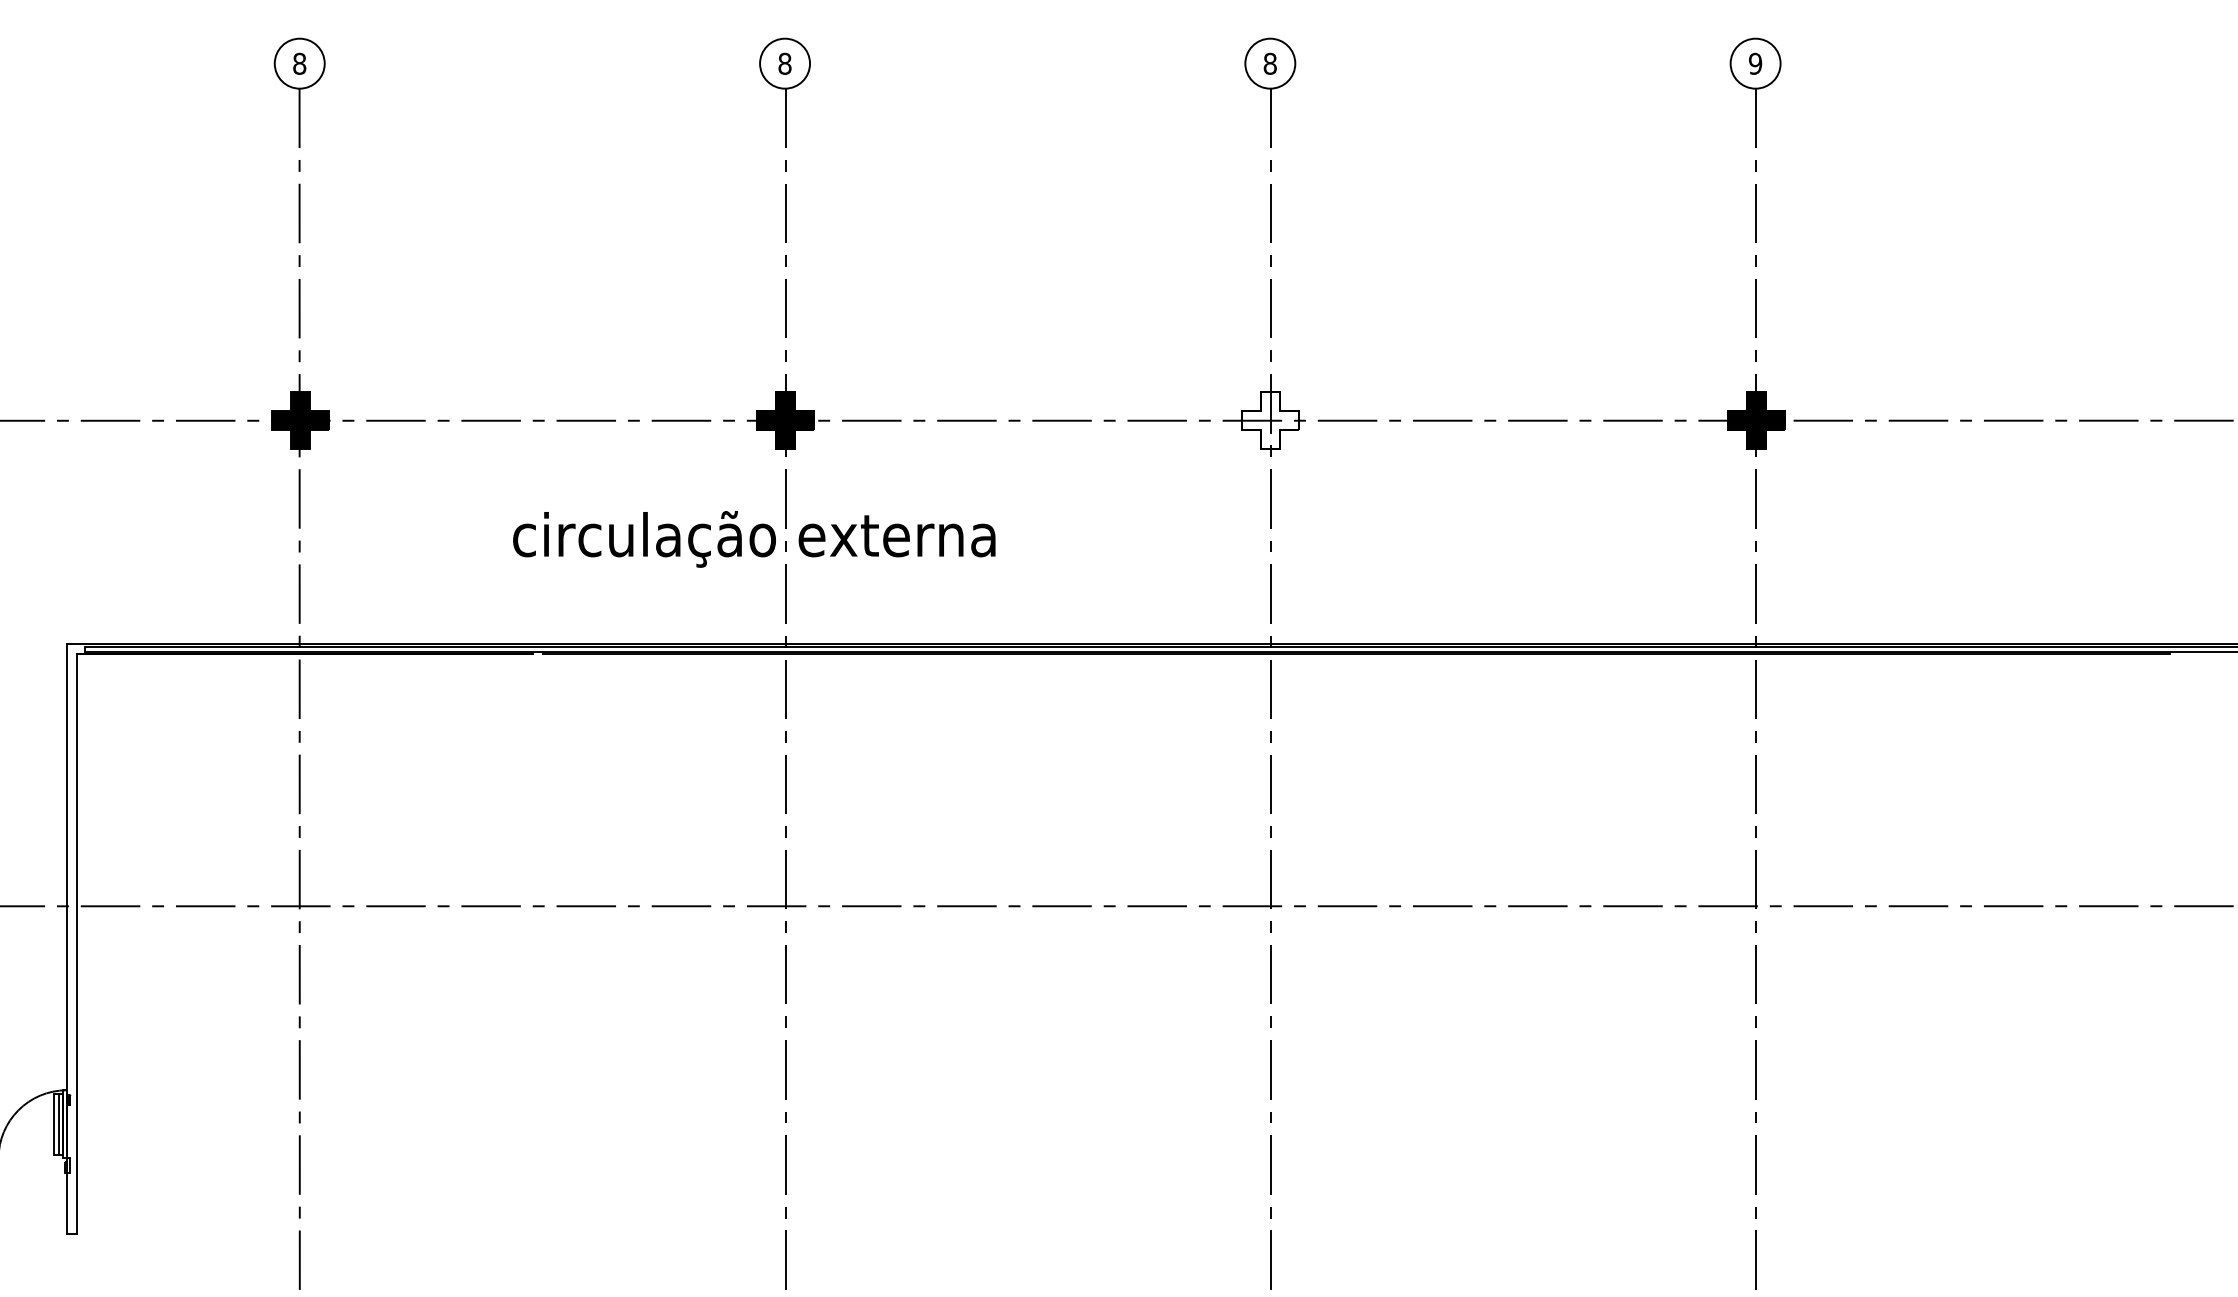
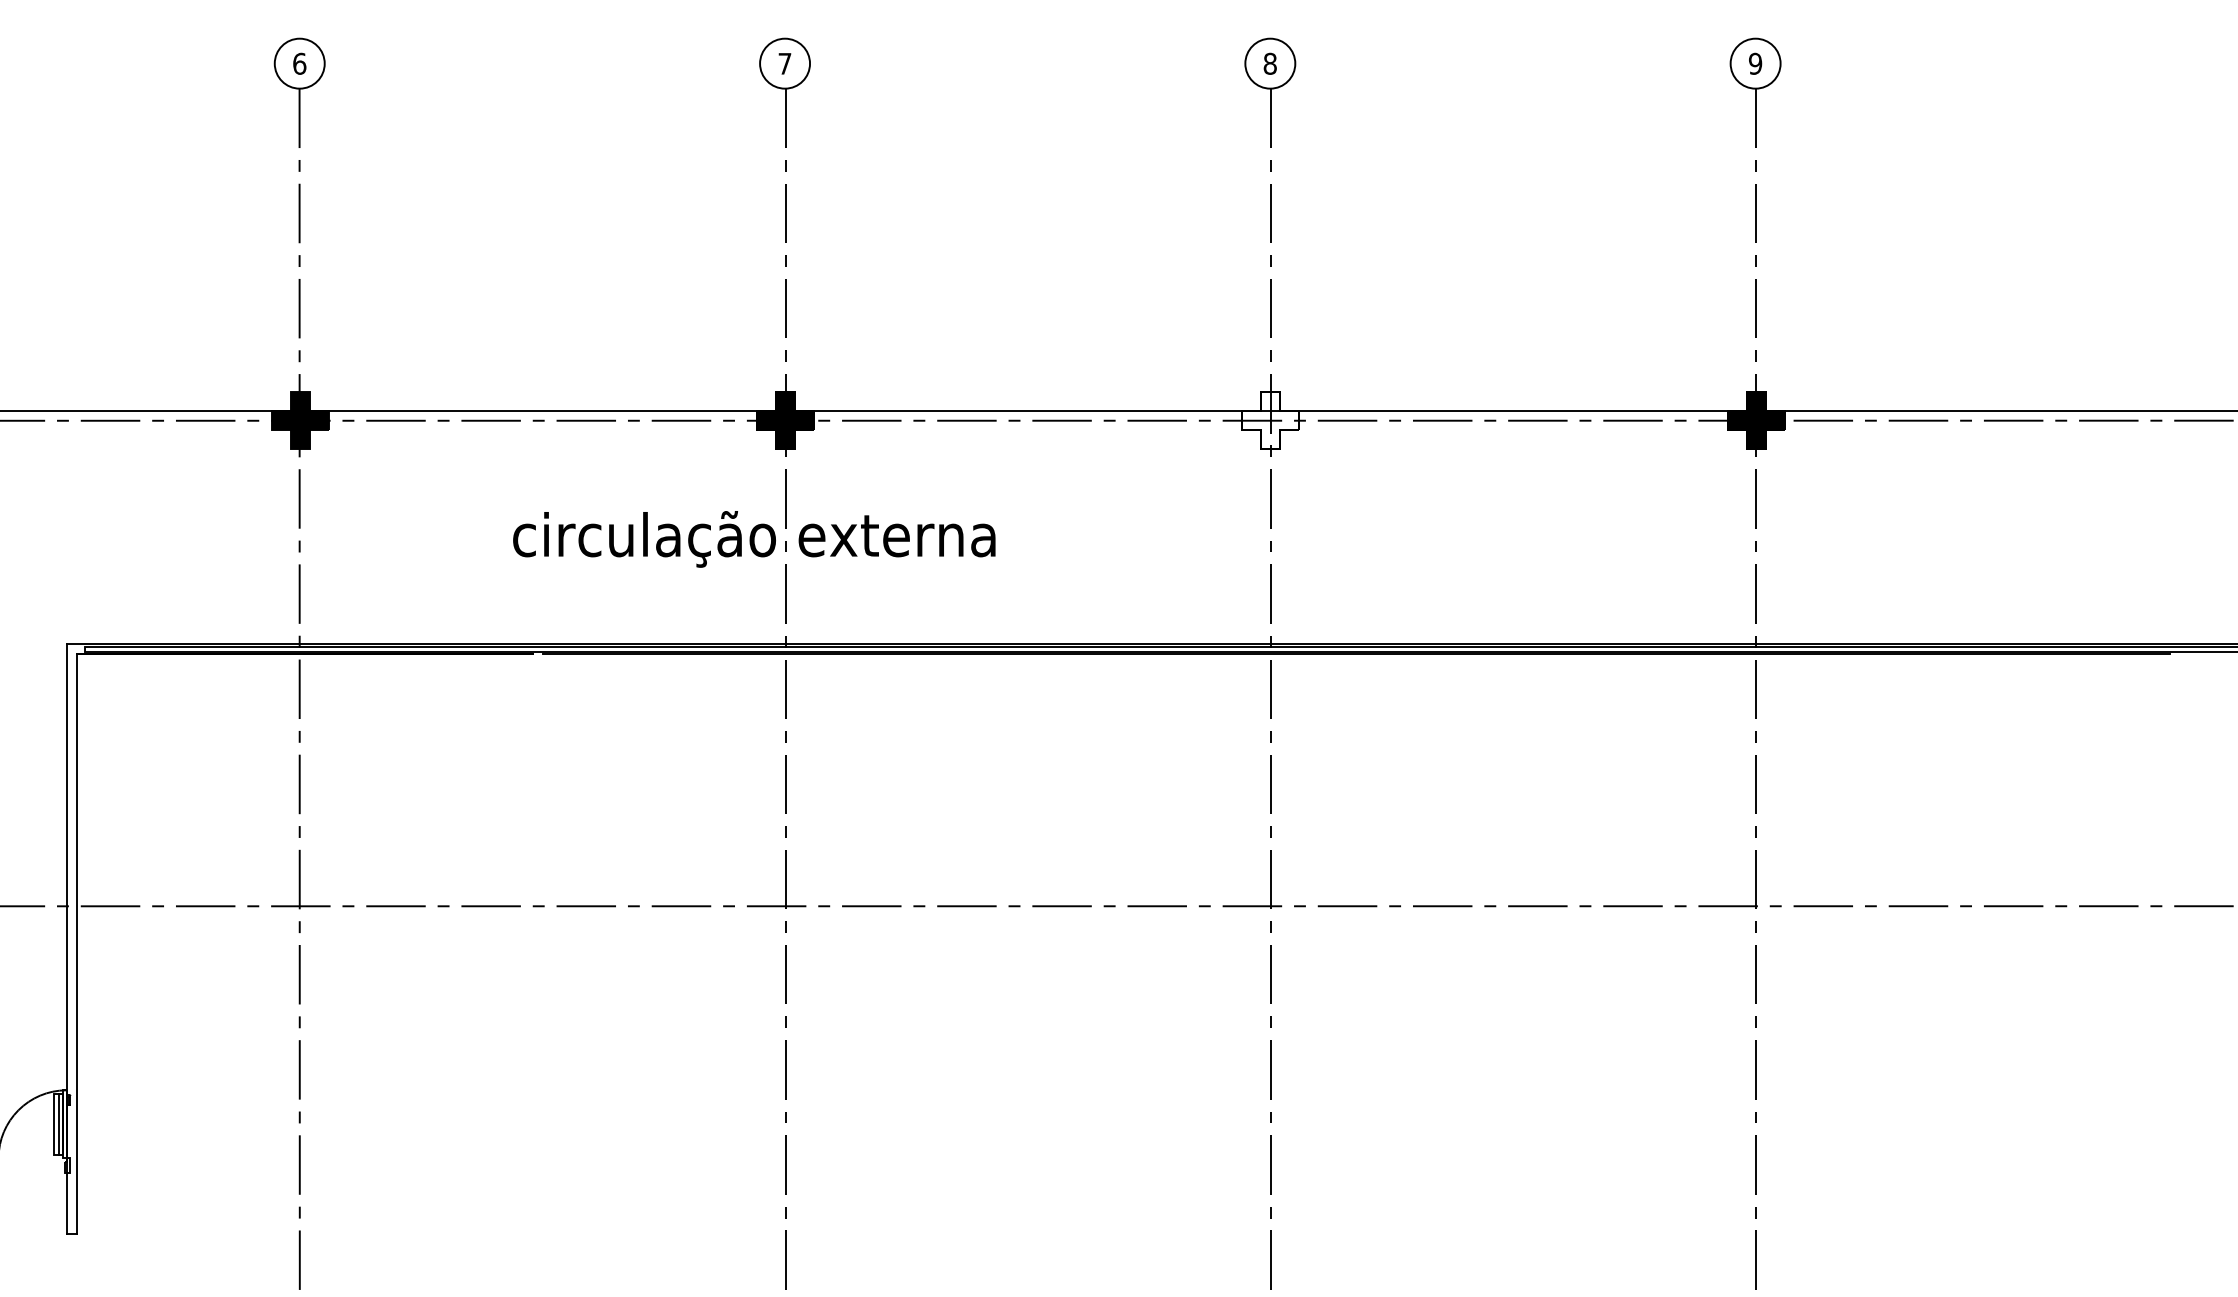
text at (299, 63): 8 -> 6
text at (784, 63): 8 -> 7
line at (1118, 411): none -> present
